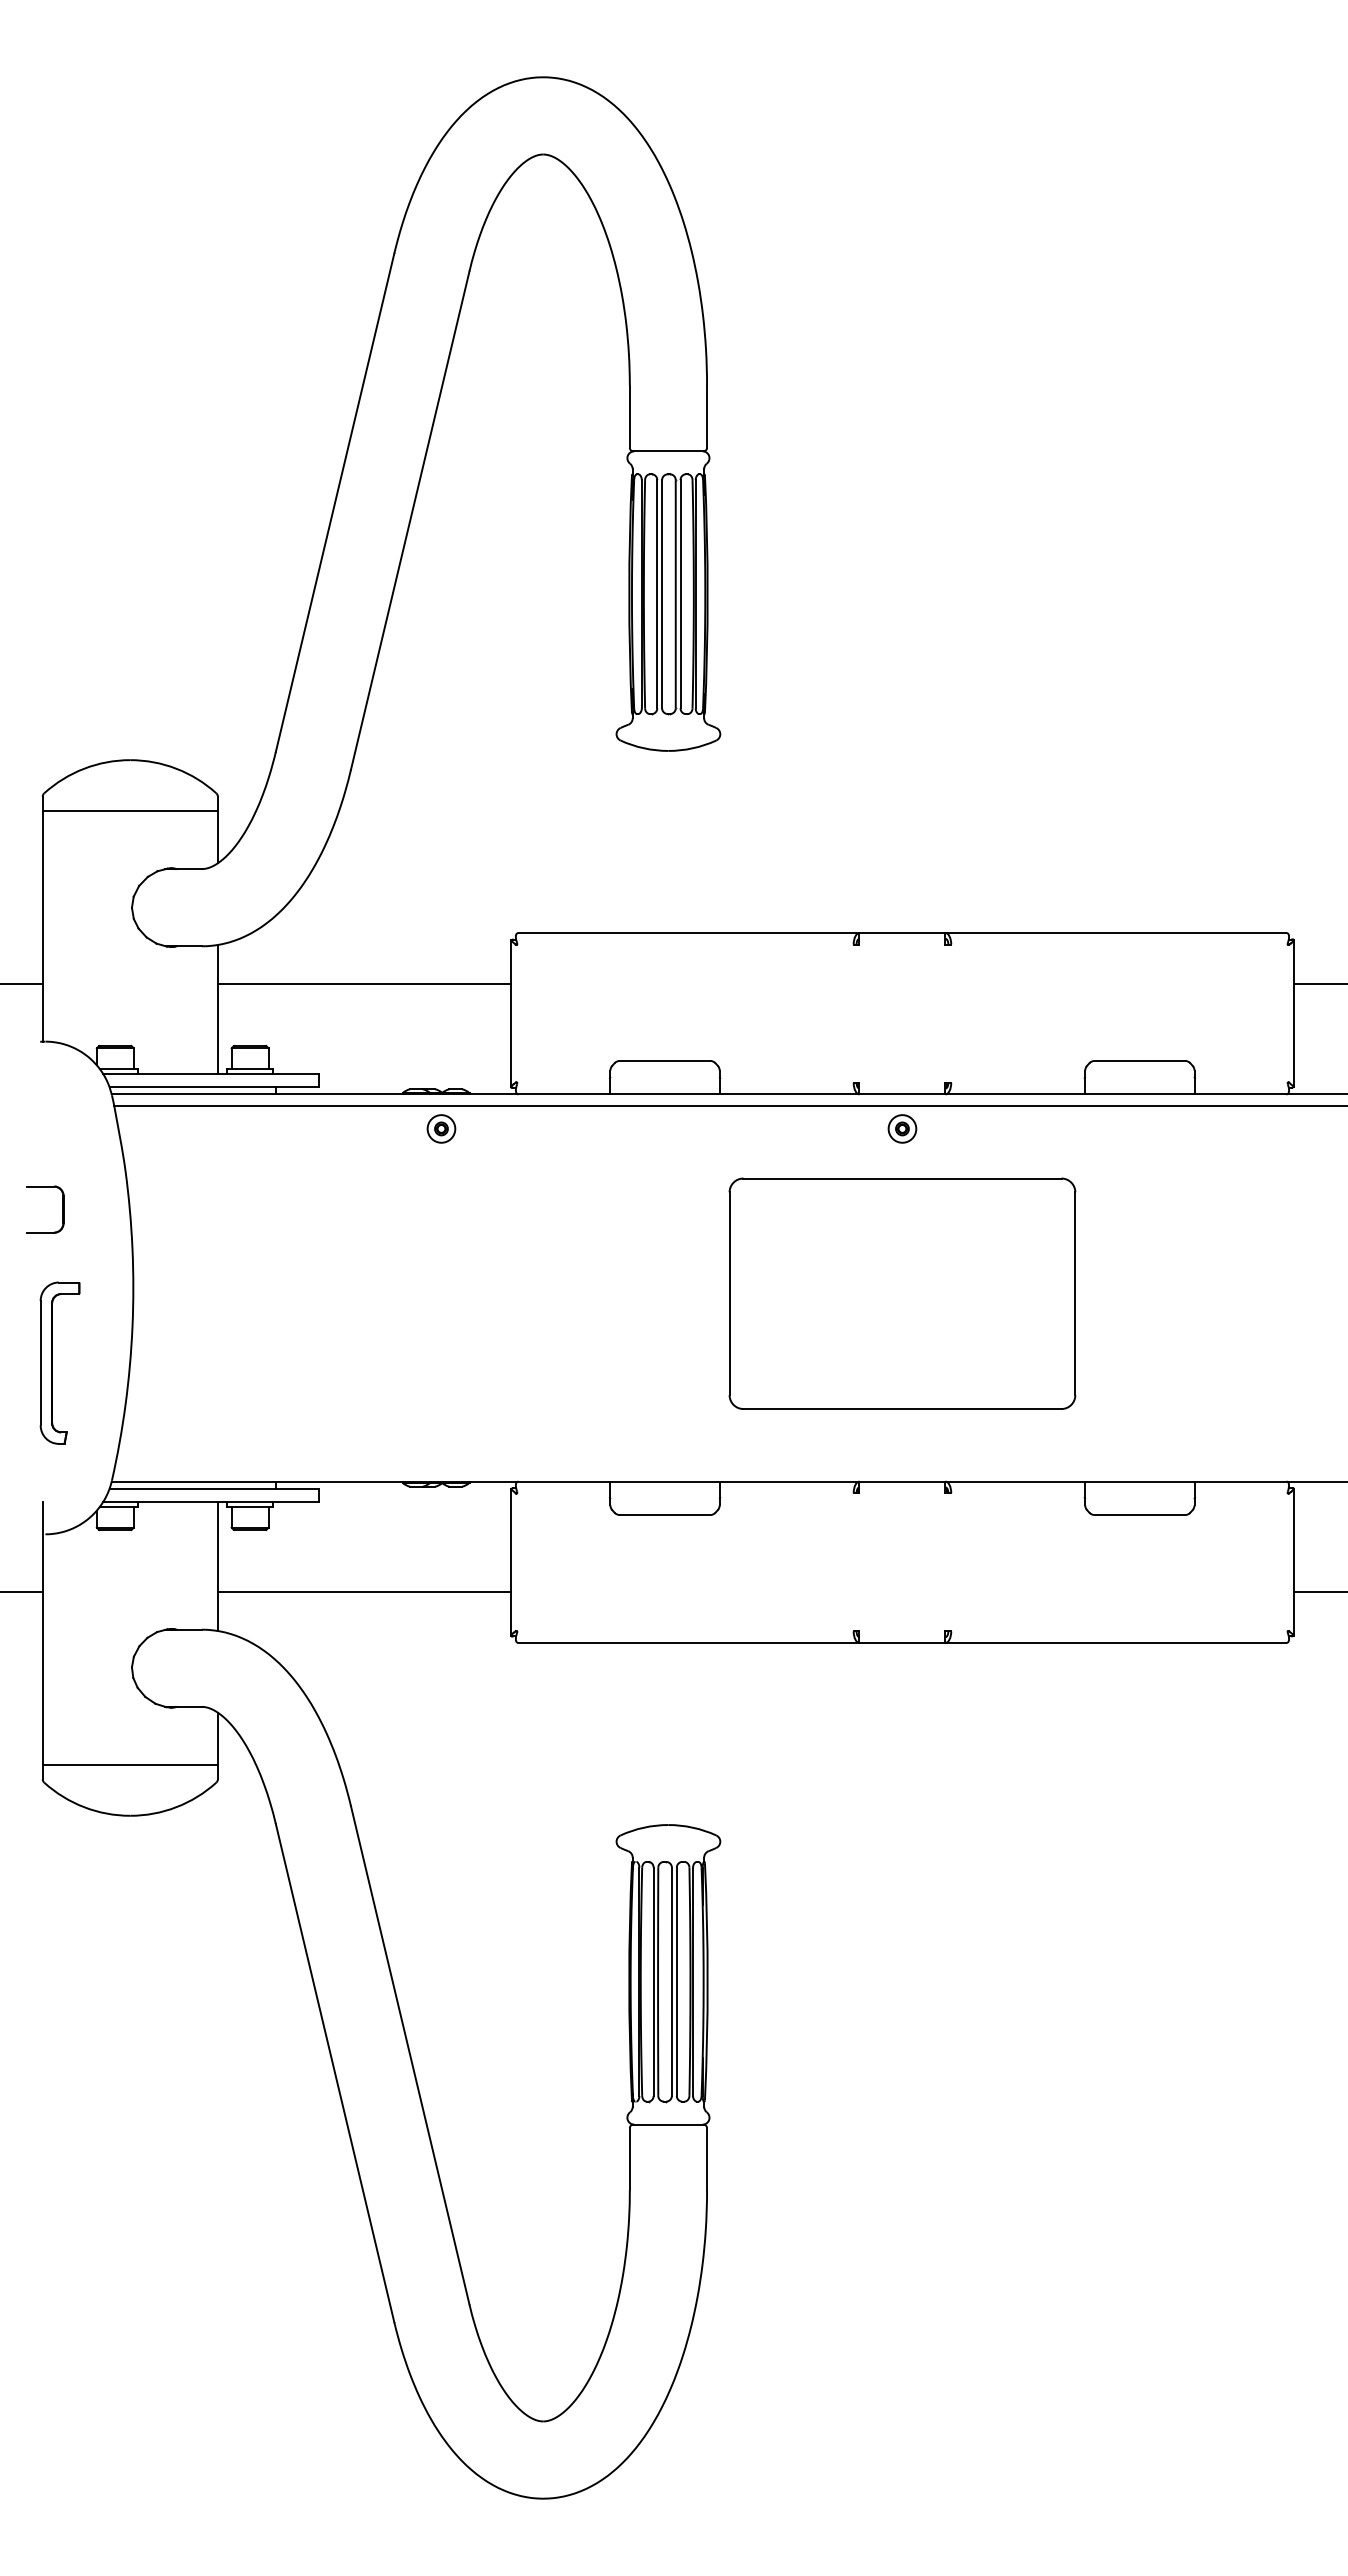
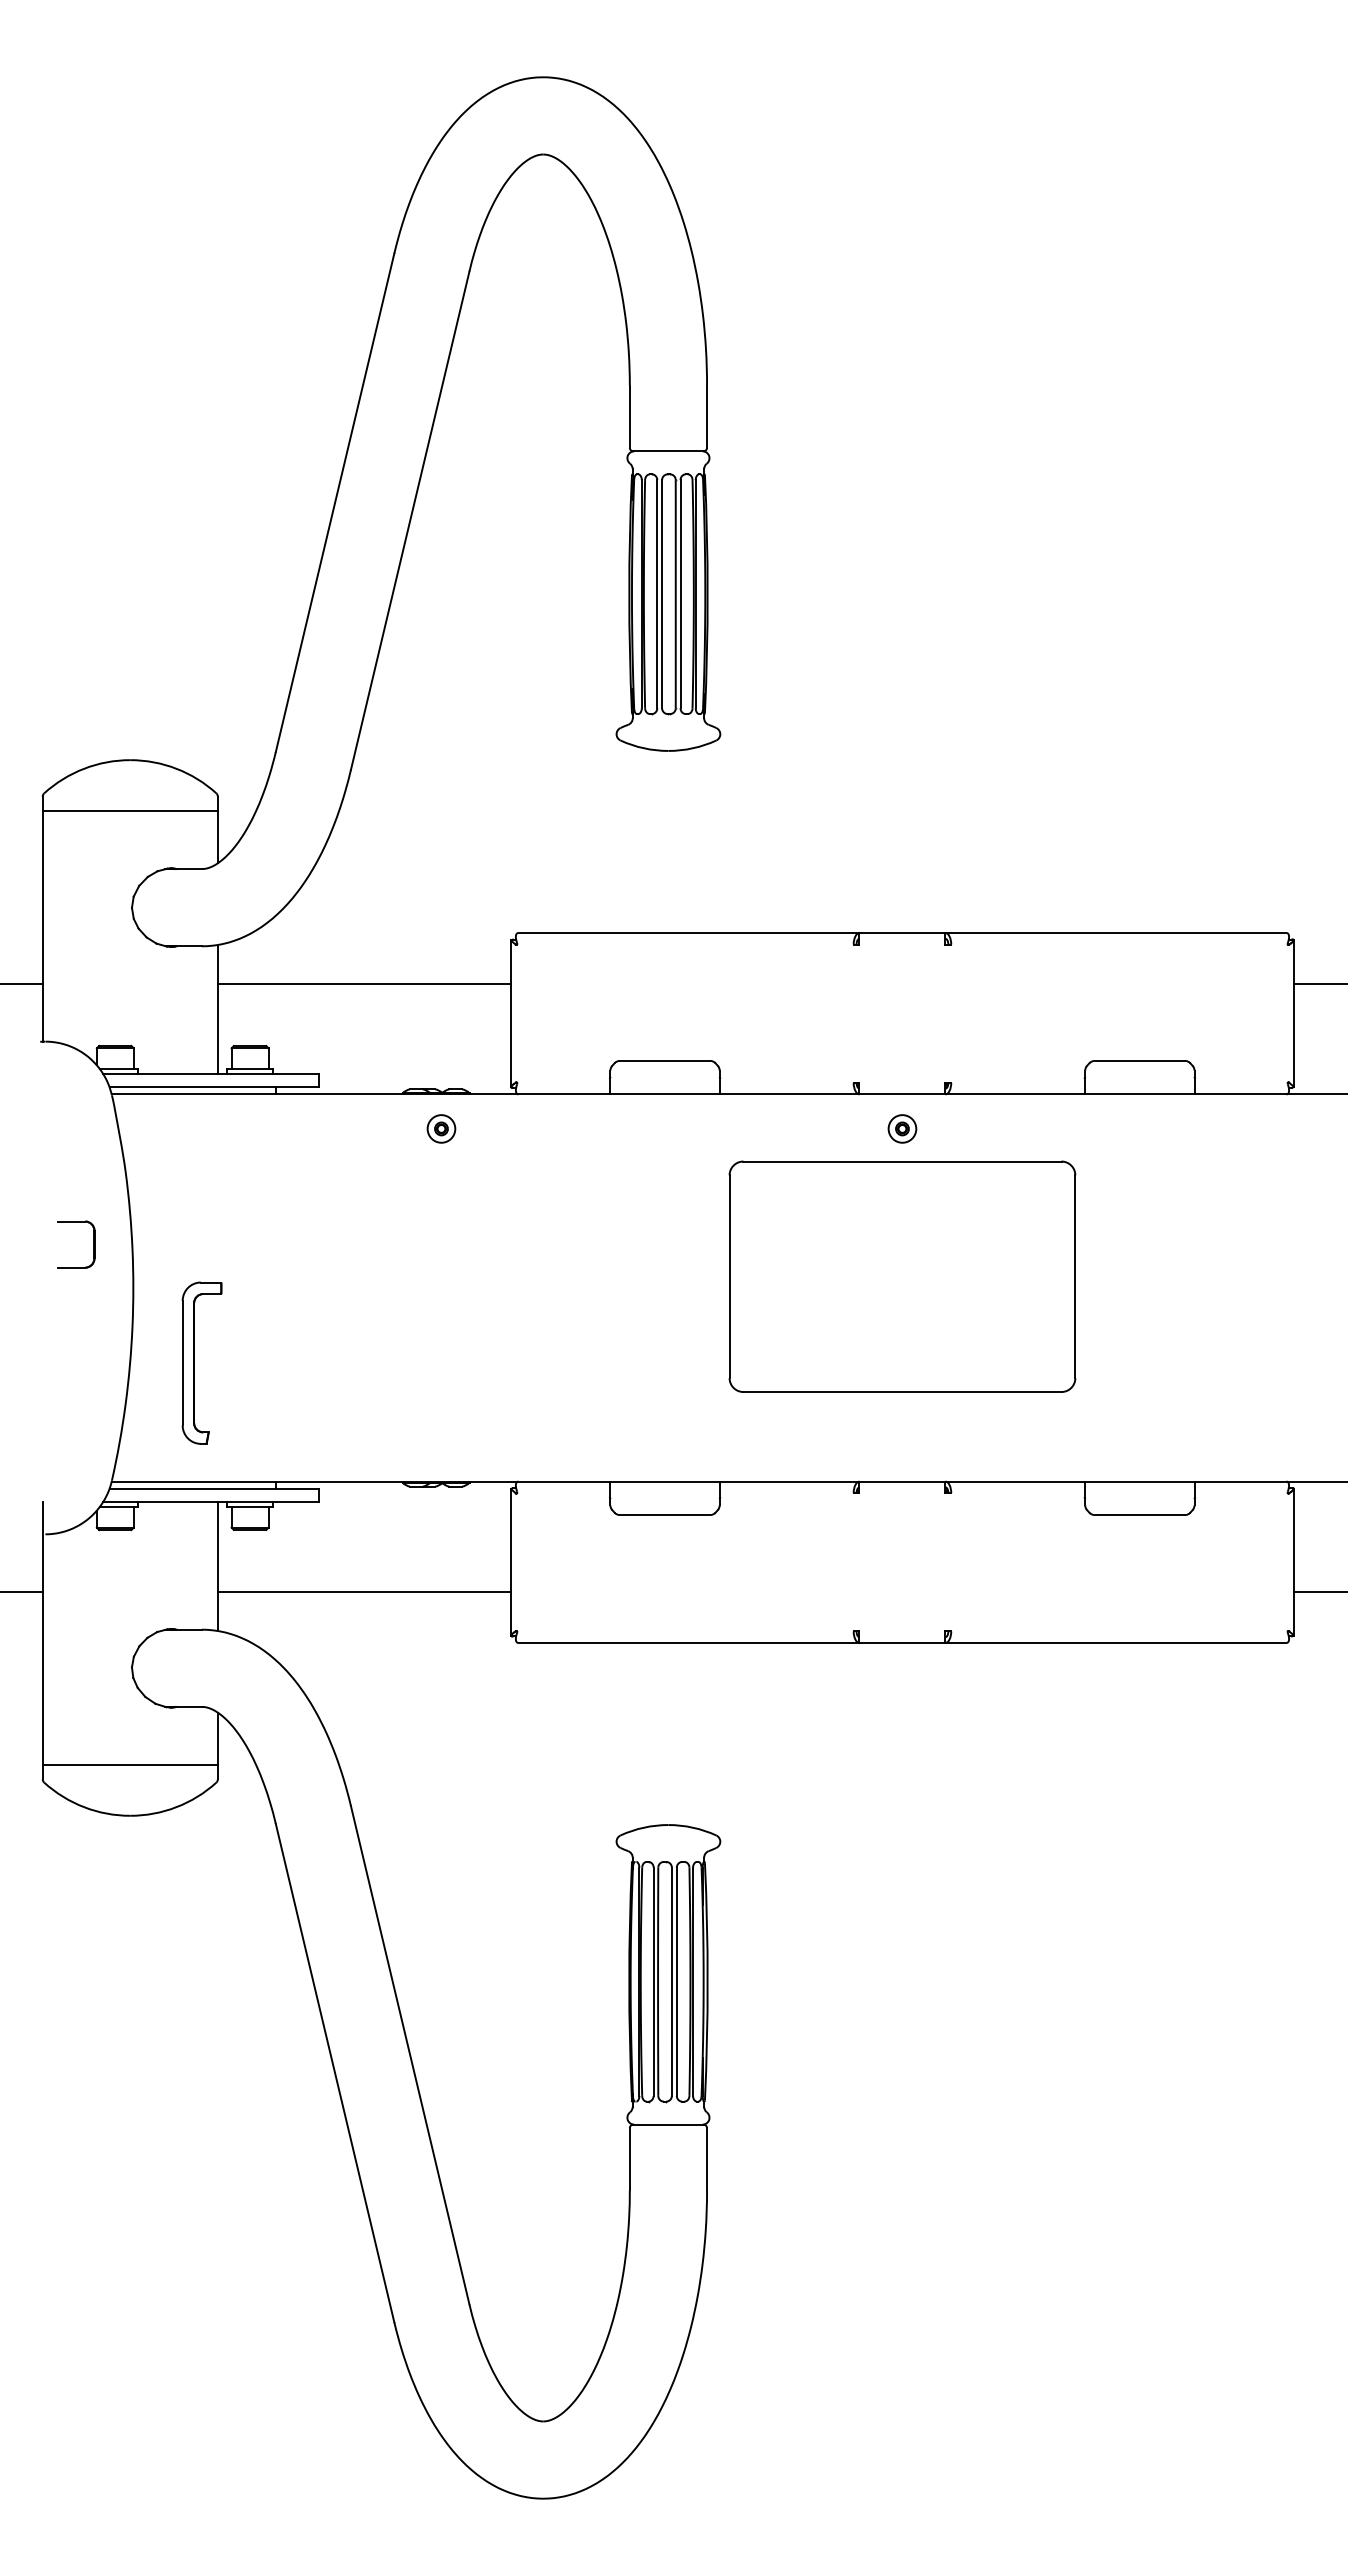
line at (729, 1105): present -> none
part at (62, 1209) position: (62, 1209) -> (93, 1244)
part at (902, 1293) position: (902, 1293) -> (902, 1276)
part at (52, 1362) position: (52, 1362) -> (194, 1362)
